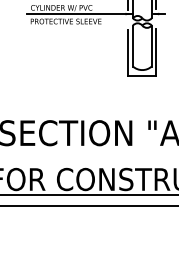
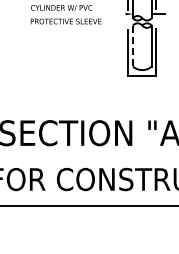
line at (79, 14): present -> none
line at (132, 46): solid -> dashed
line at (88, 195): present -> none
